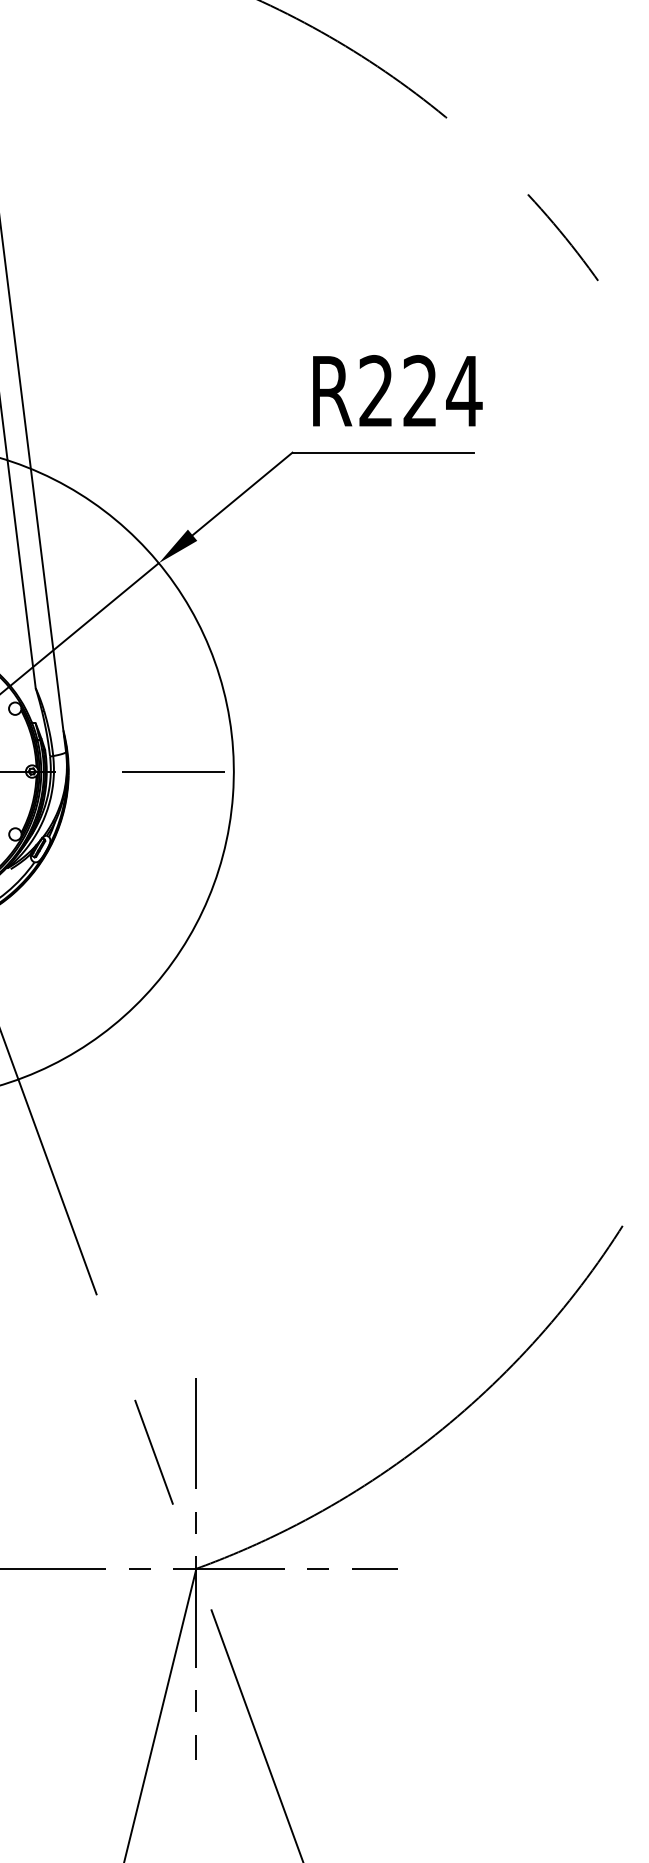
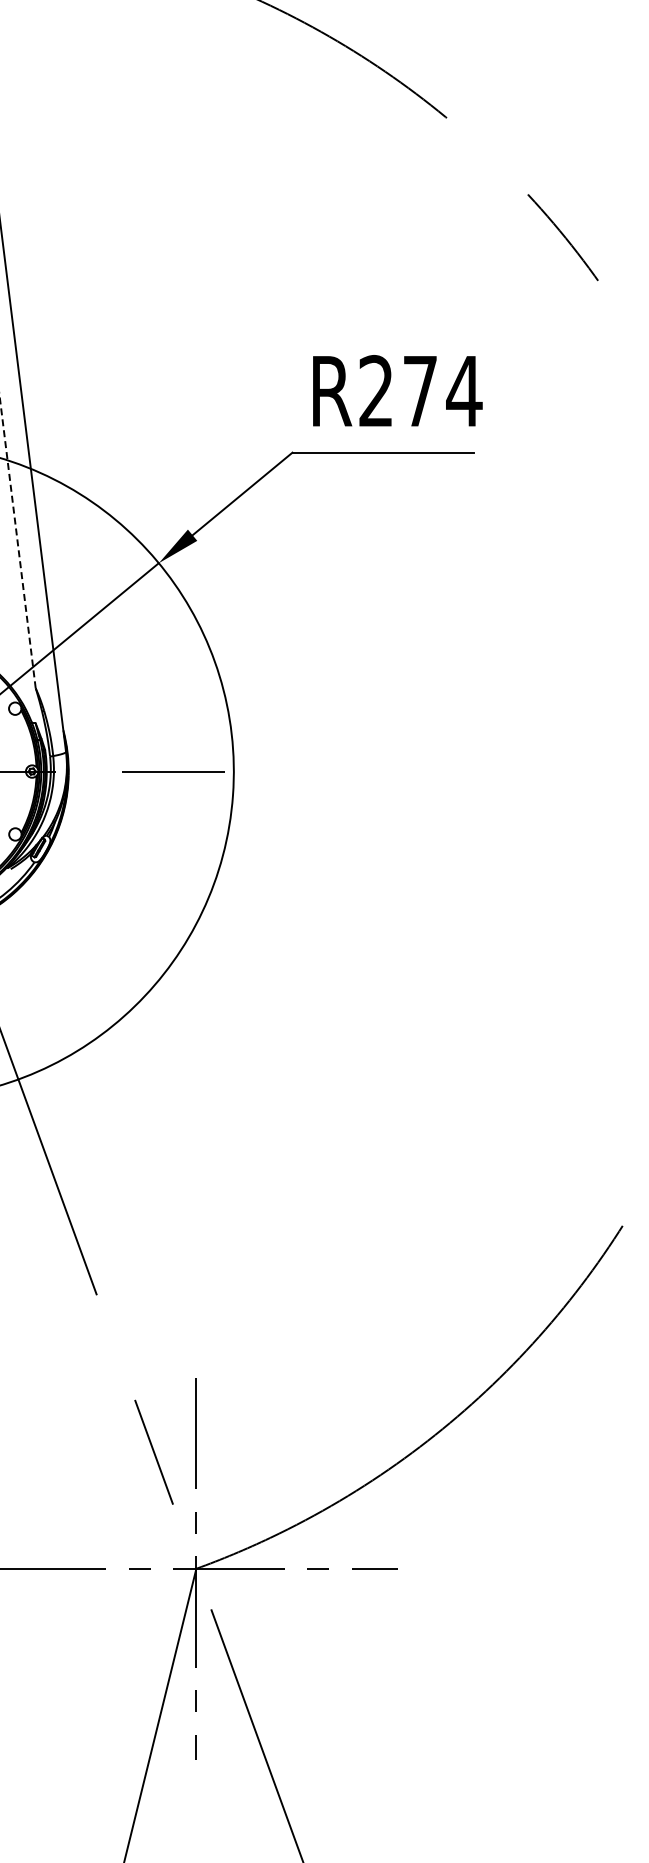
text at (419, 390): R224 -> R274
line at (17, 543): solid -> dashed
